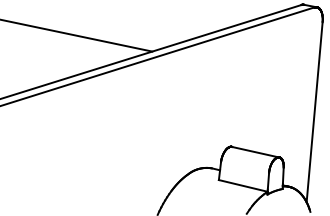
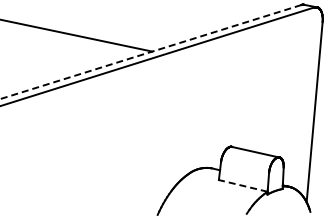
line at (150, 52): solid -> dashed
line at (242, 185): solid -> dashed
